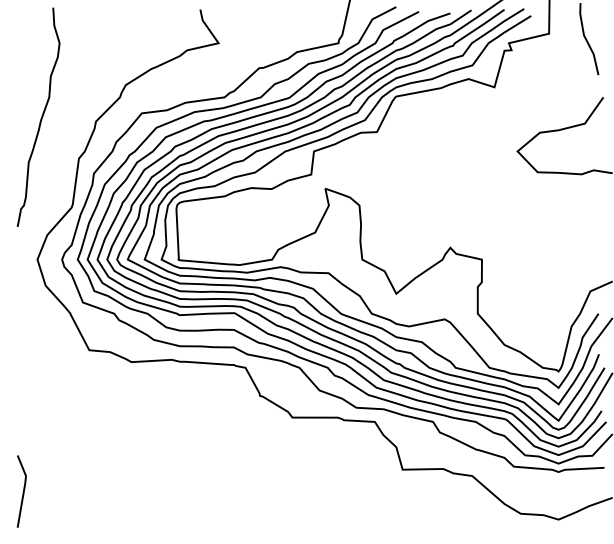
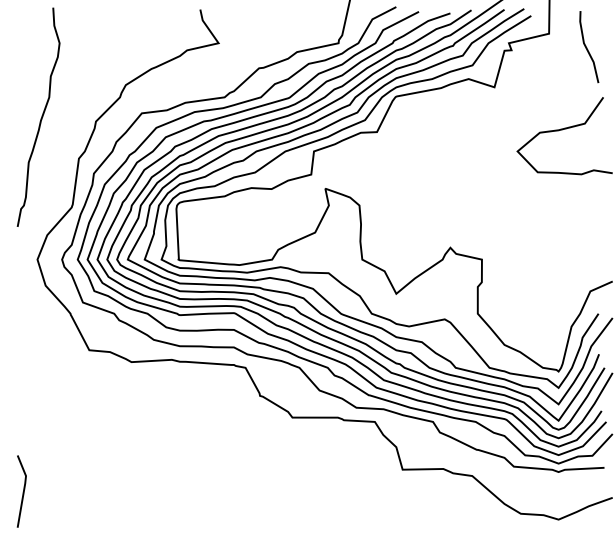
line at (587, 39) position: (587, 39) -> (587, 47)
